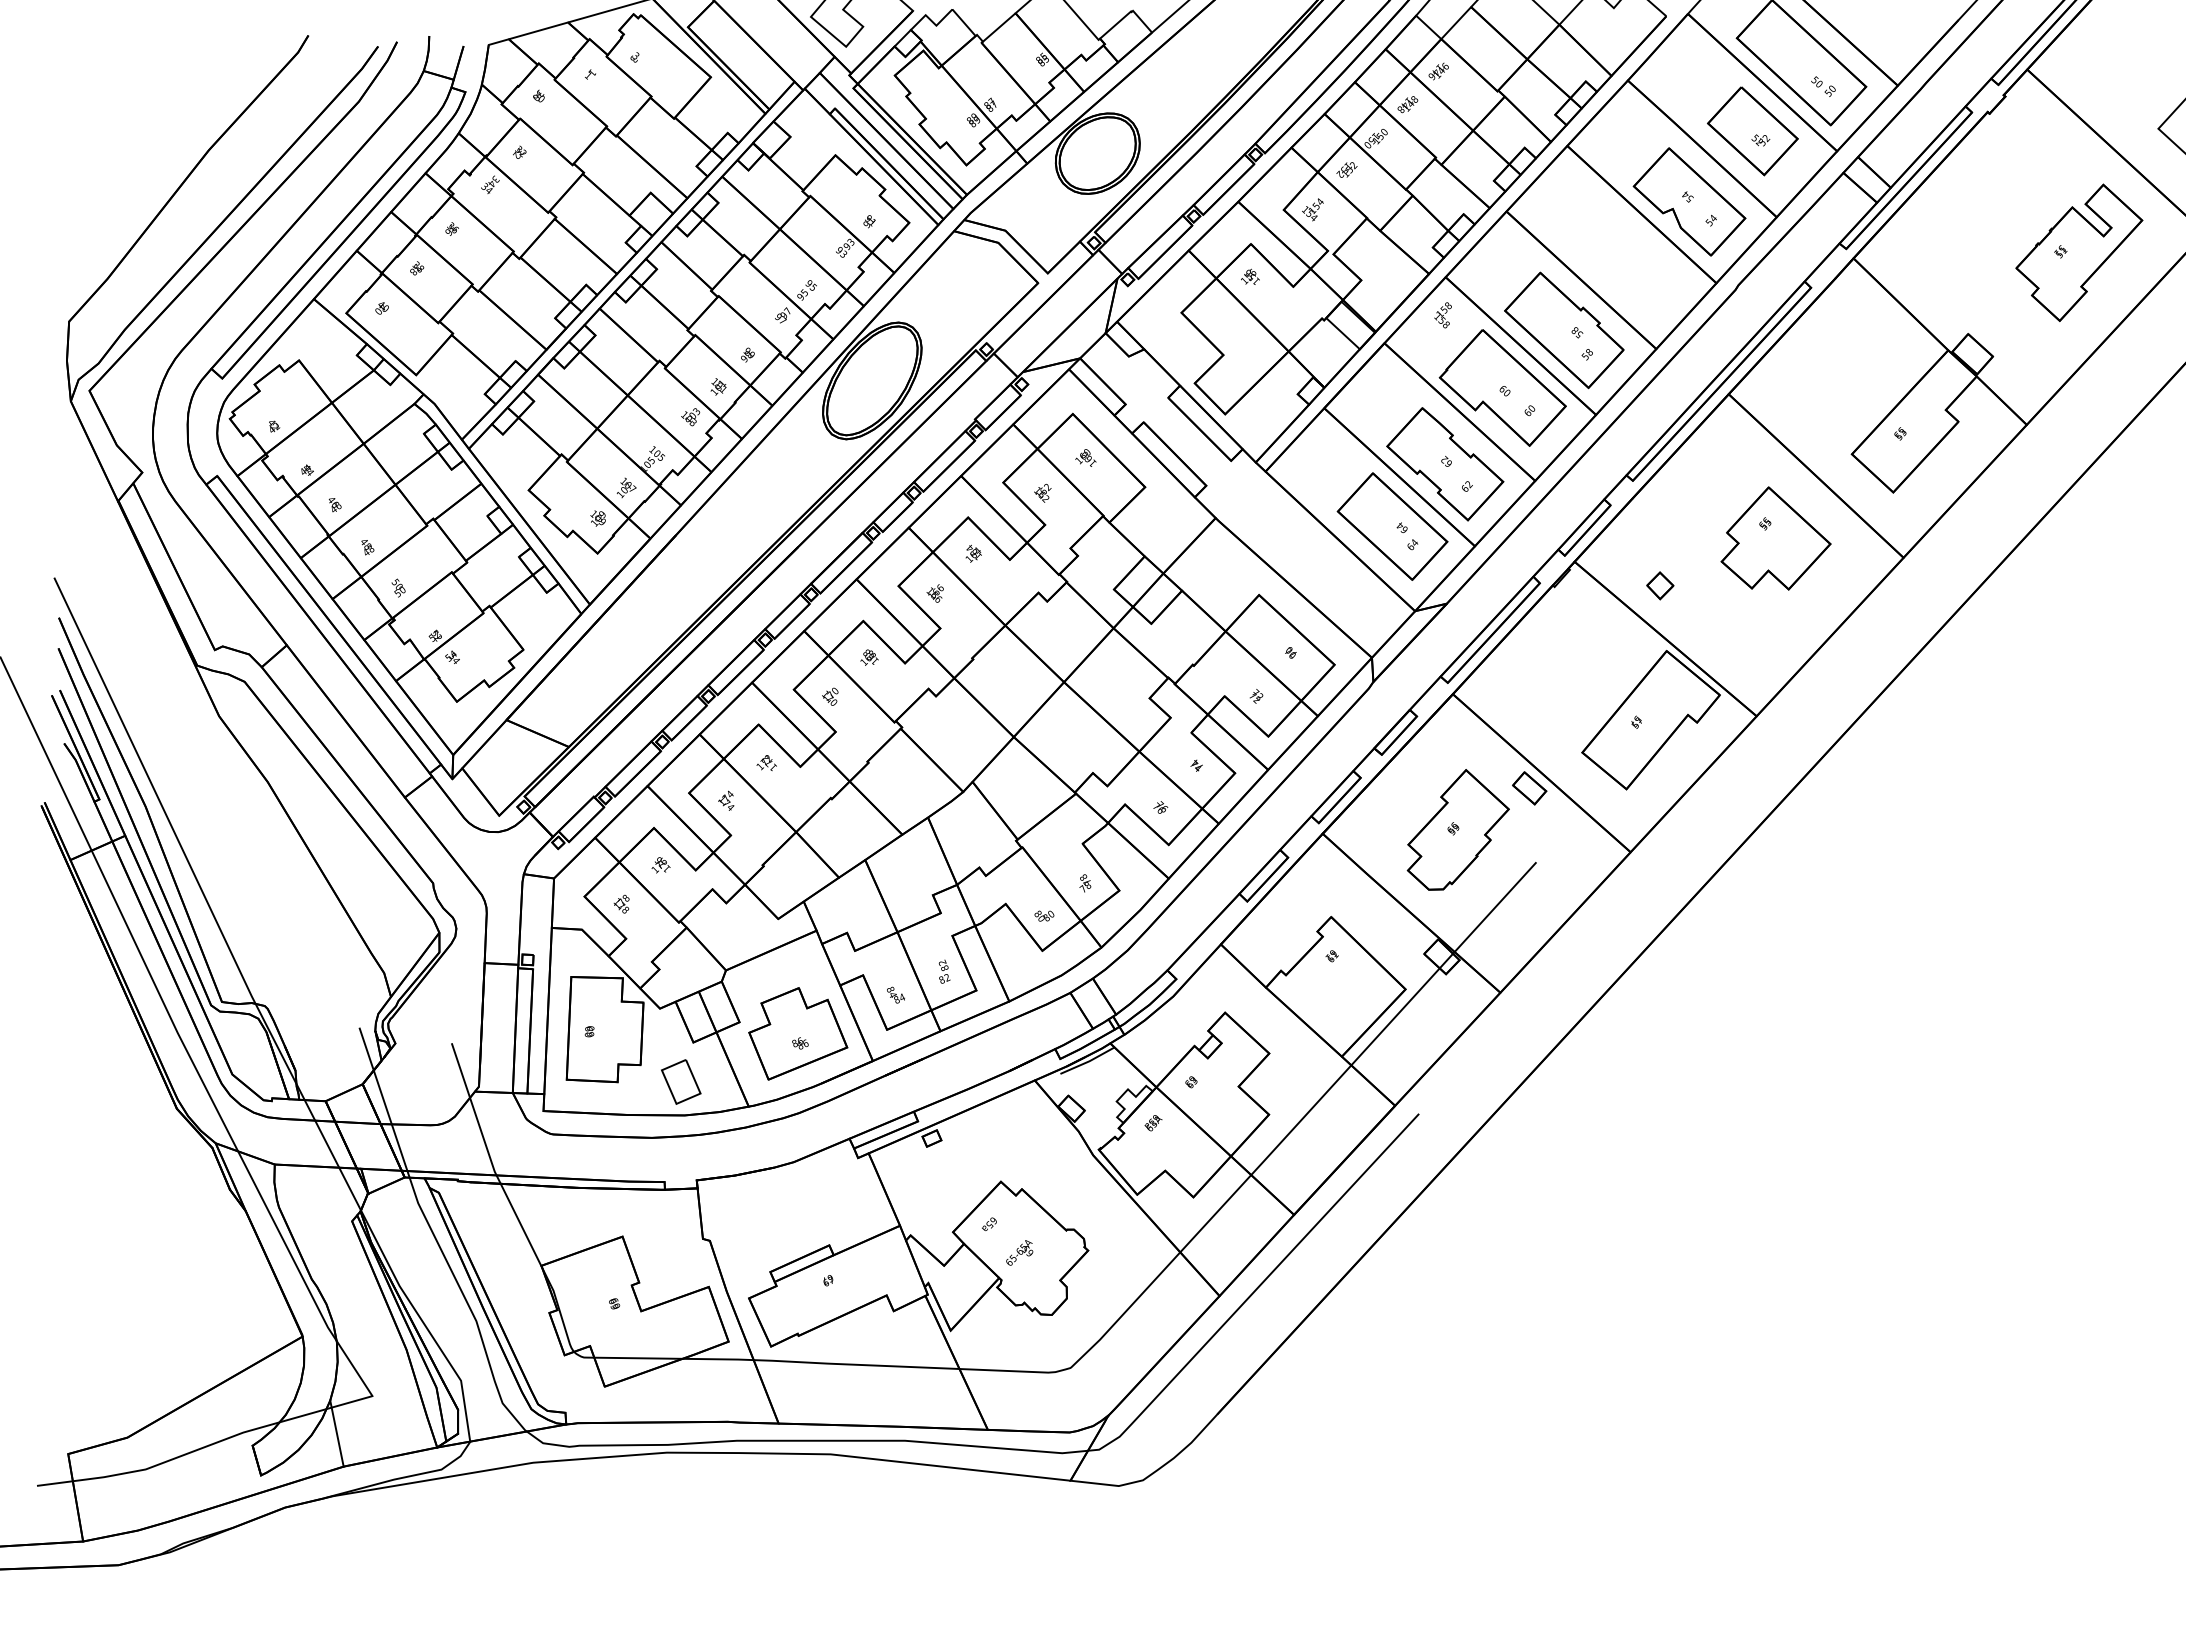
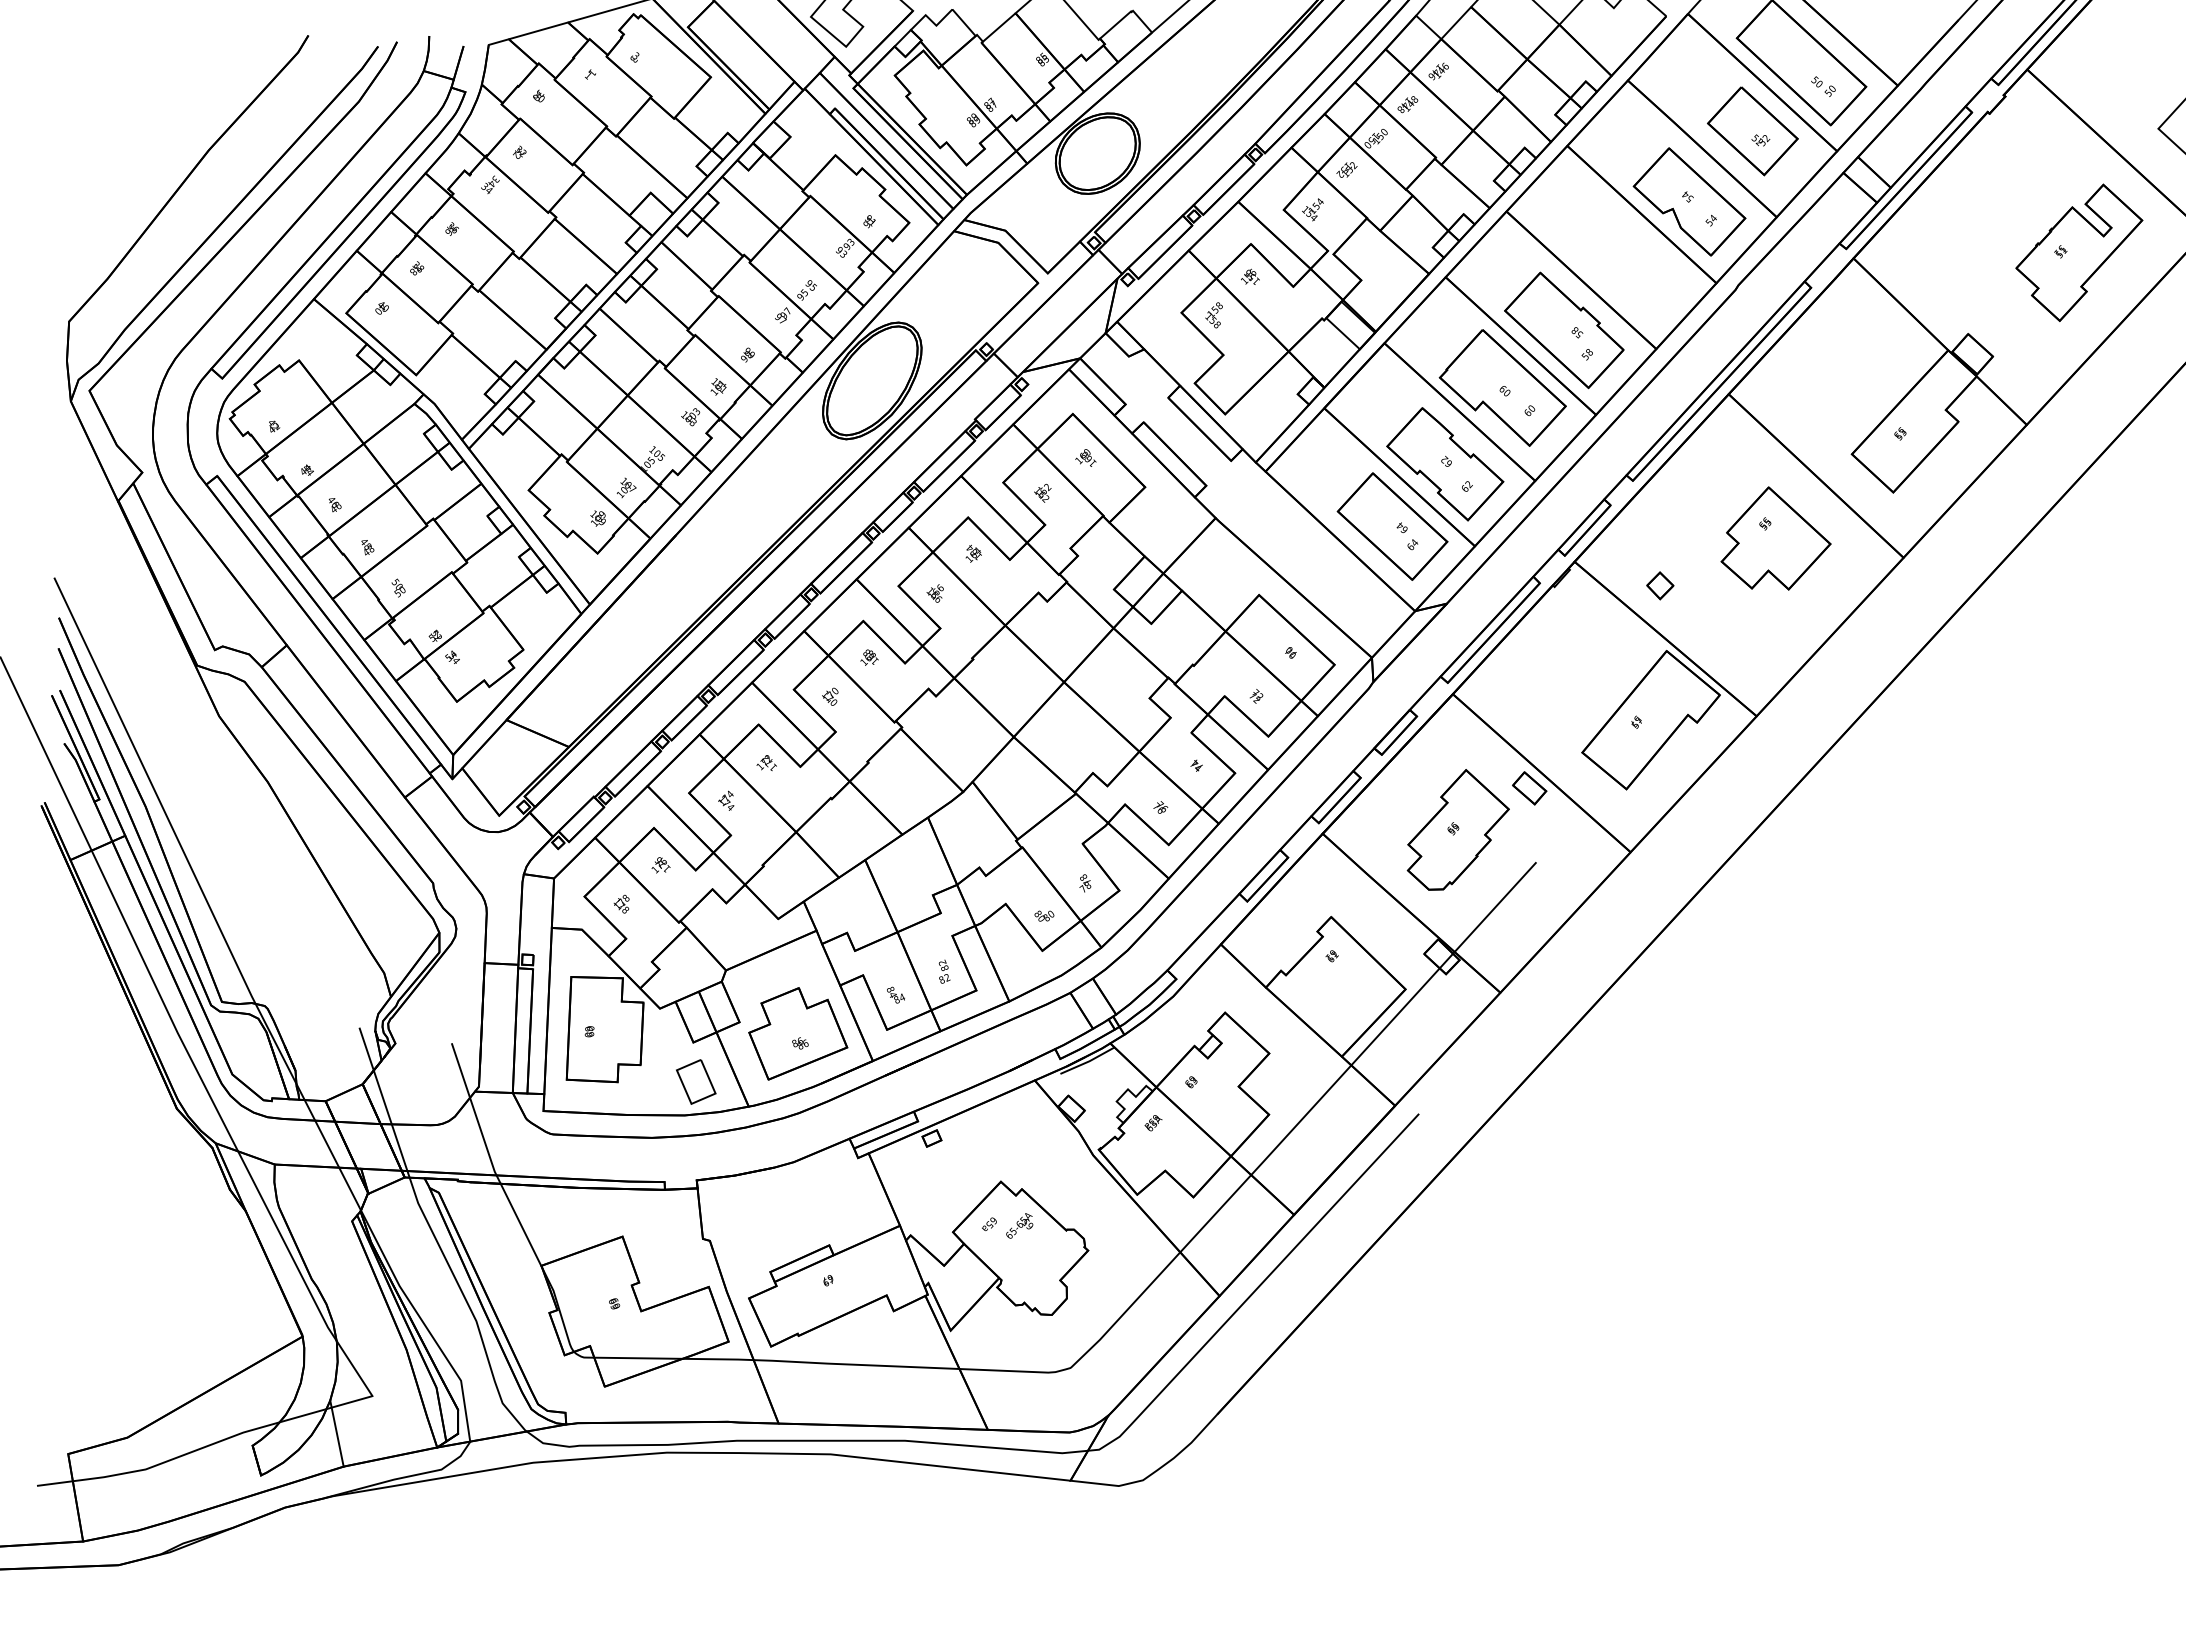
text at (1442, 315) position: (1442, 315) -> (1213, 315)
part at (681, 1081) position: (681, 1081) -> (696, 1081)
text at (1019, 1252) position: (1019, 1252) -> (1019, 1225)
